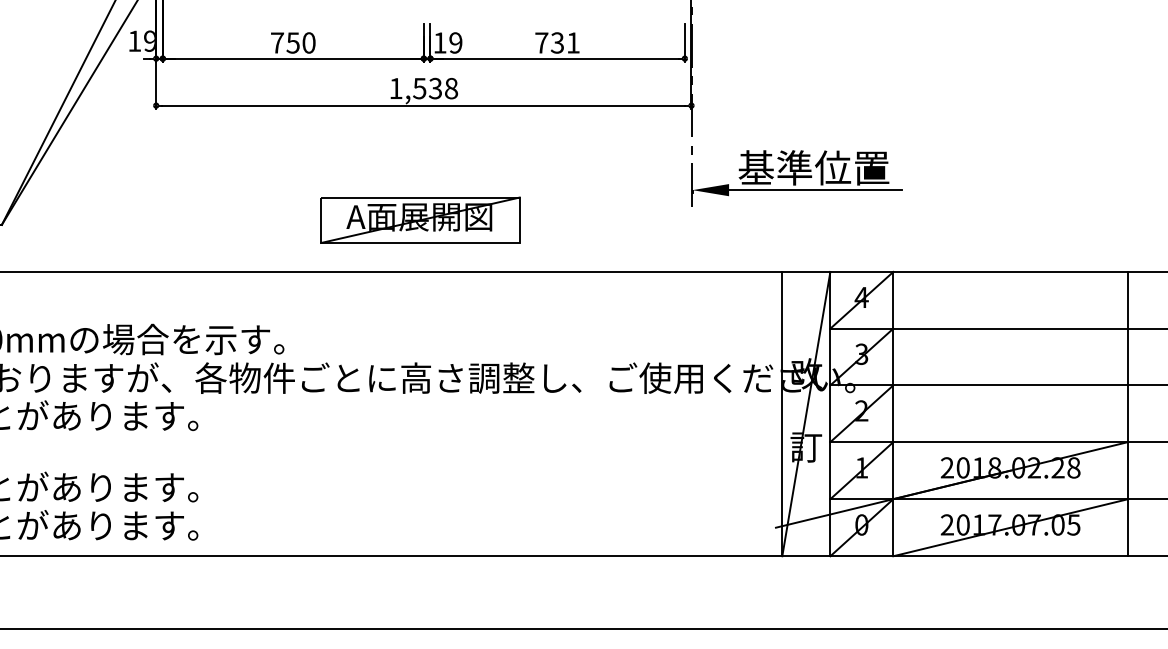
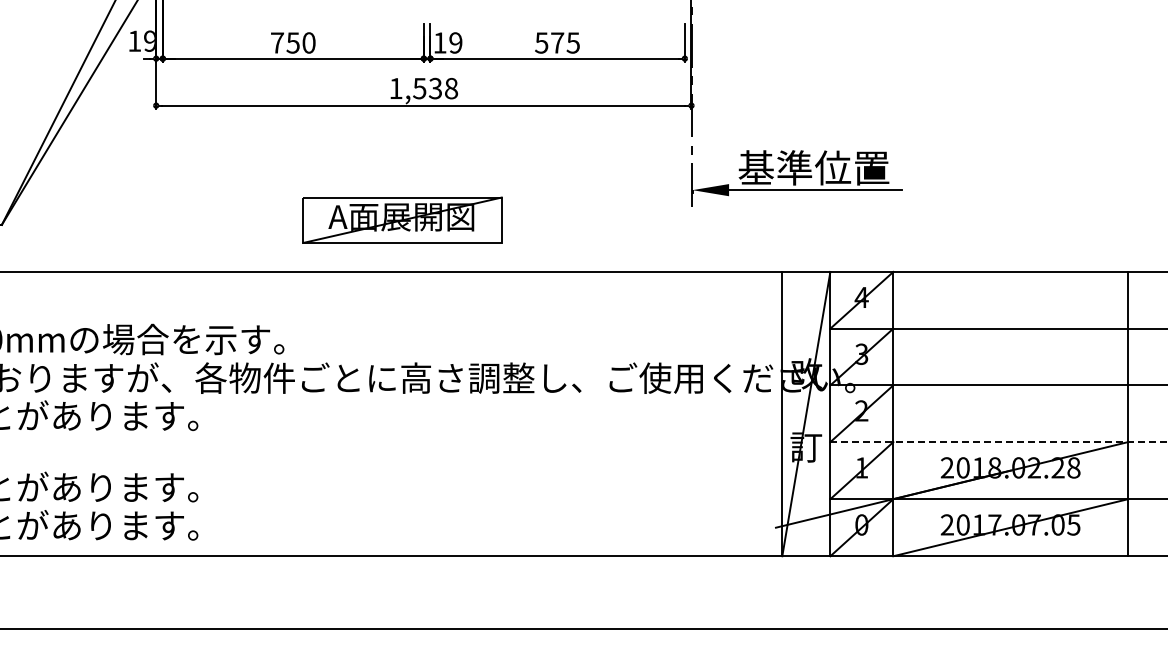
text at (557, 42): 731 -> 575
part at (420, 219) position: (420, 219) -> (402, 219)
line at (999, 442): solid -> dashed
